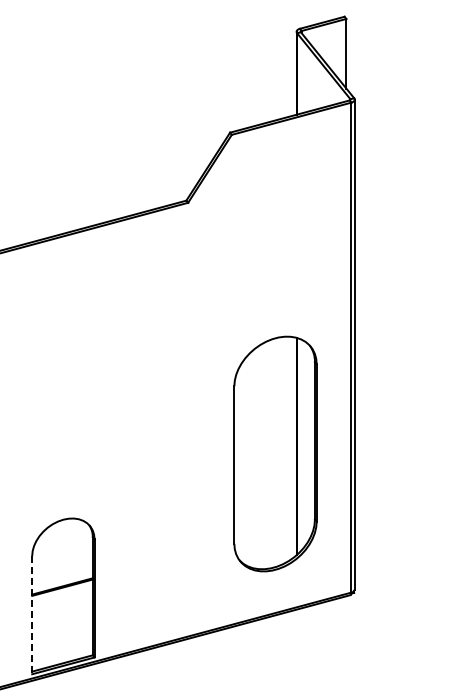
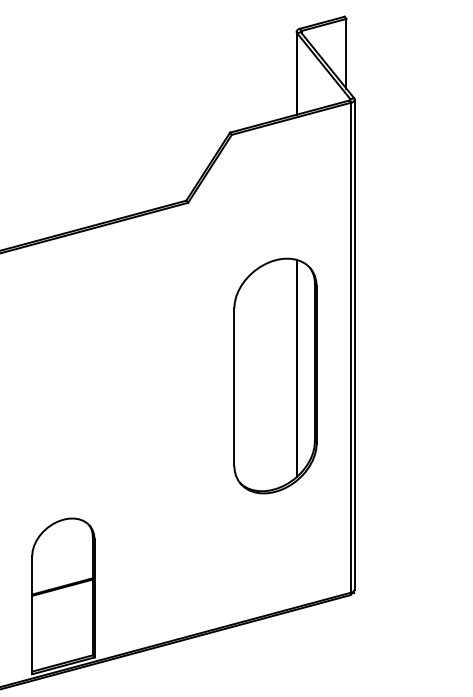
part at (275, 453) position: (275, 453) -> (275, 375)
line at (32, 615): dashed -> solid
